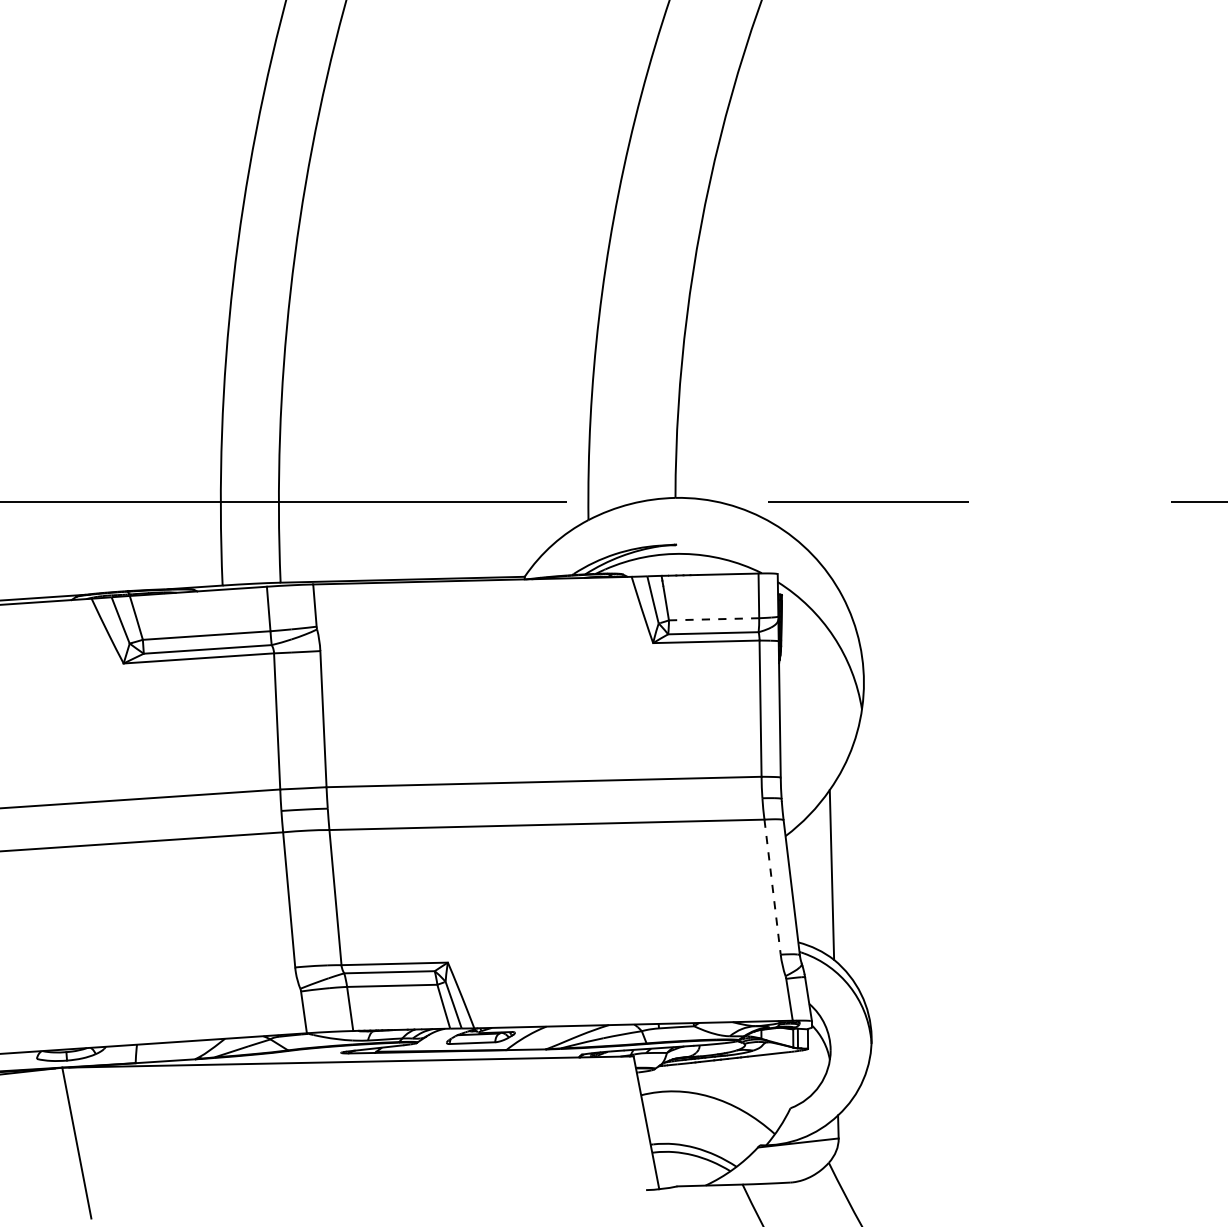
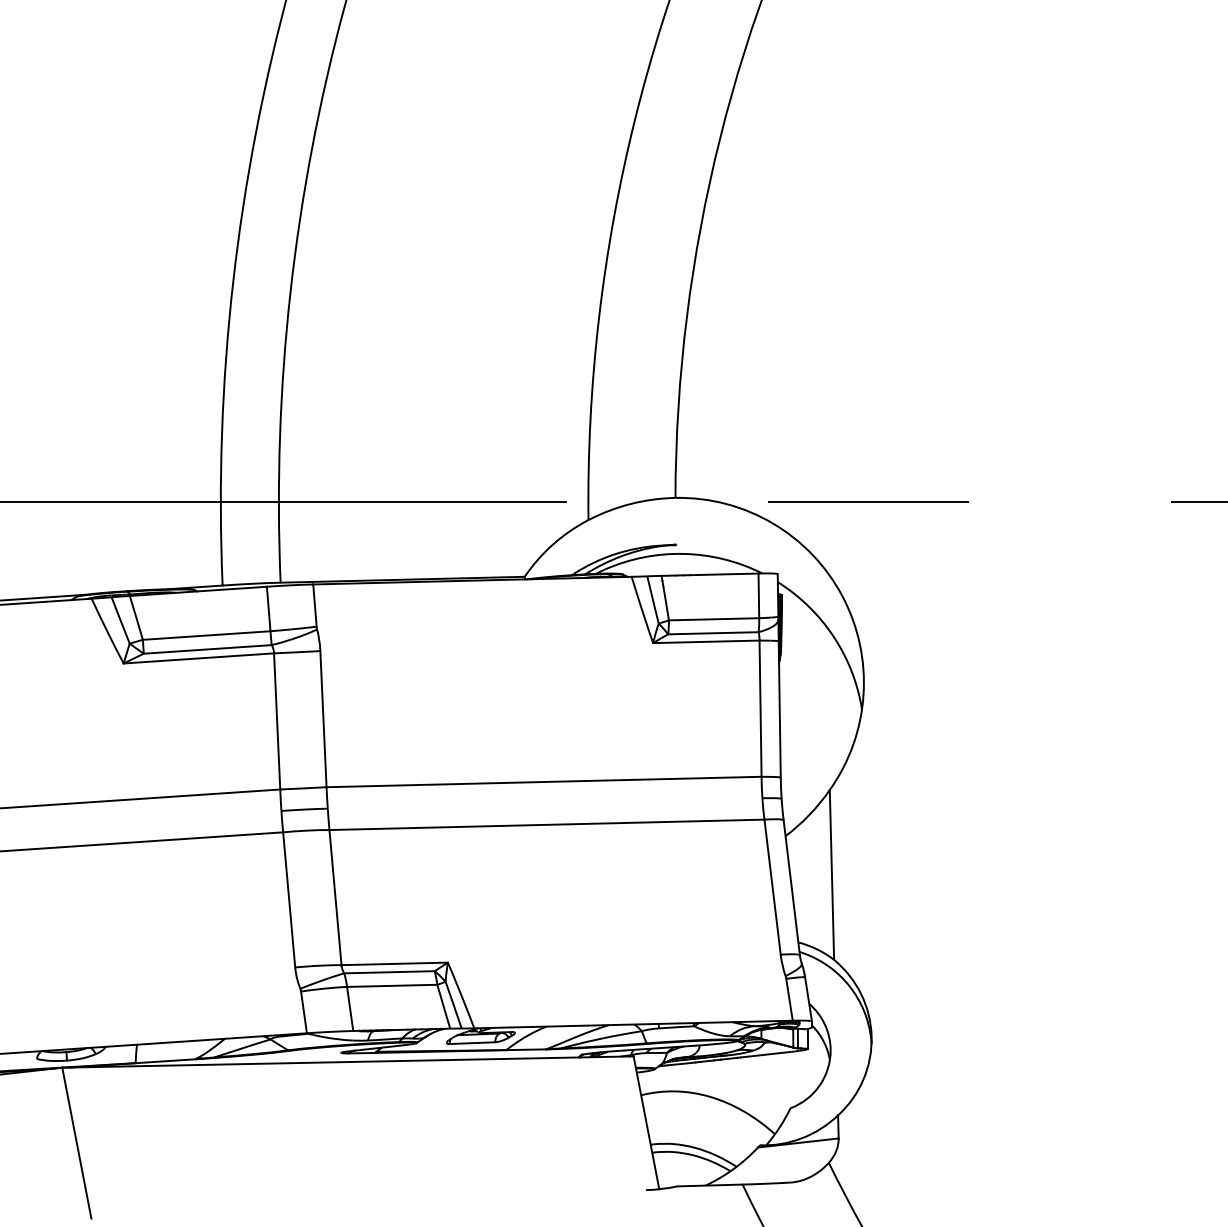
line at (714, 619): dashed -> solid
line at (772, 887): dashed -> solid
